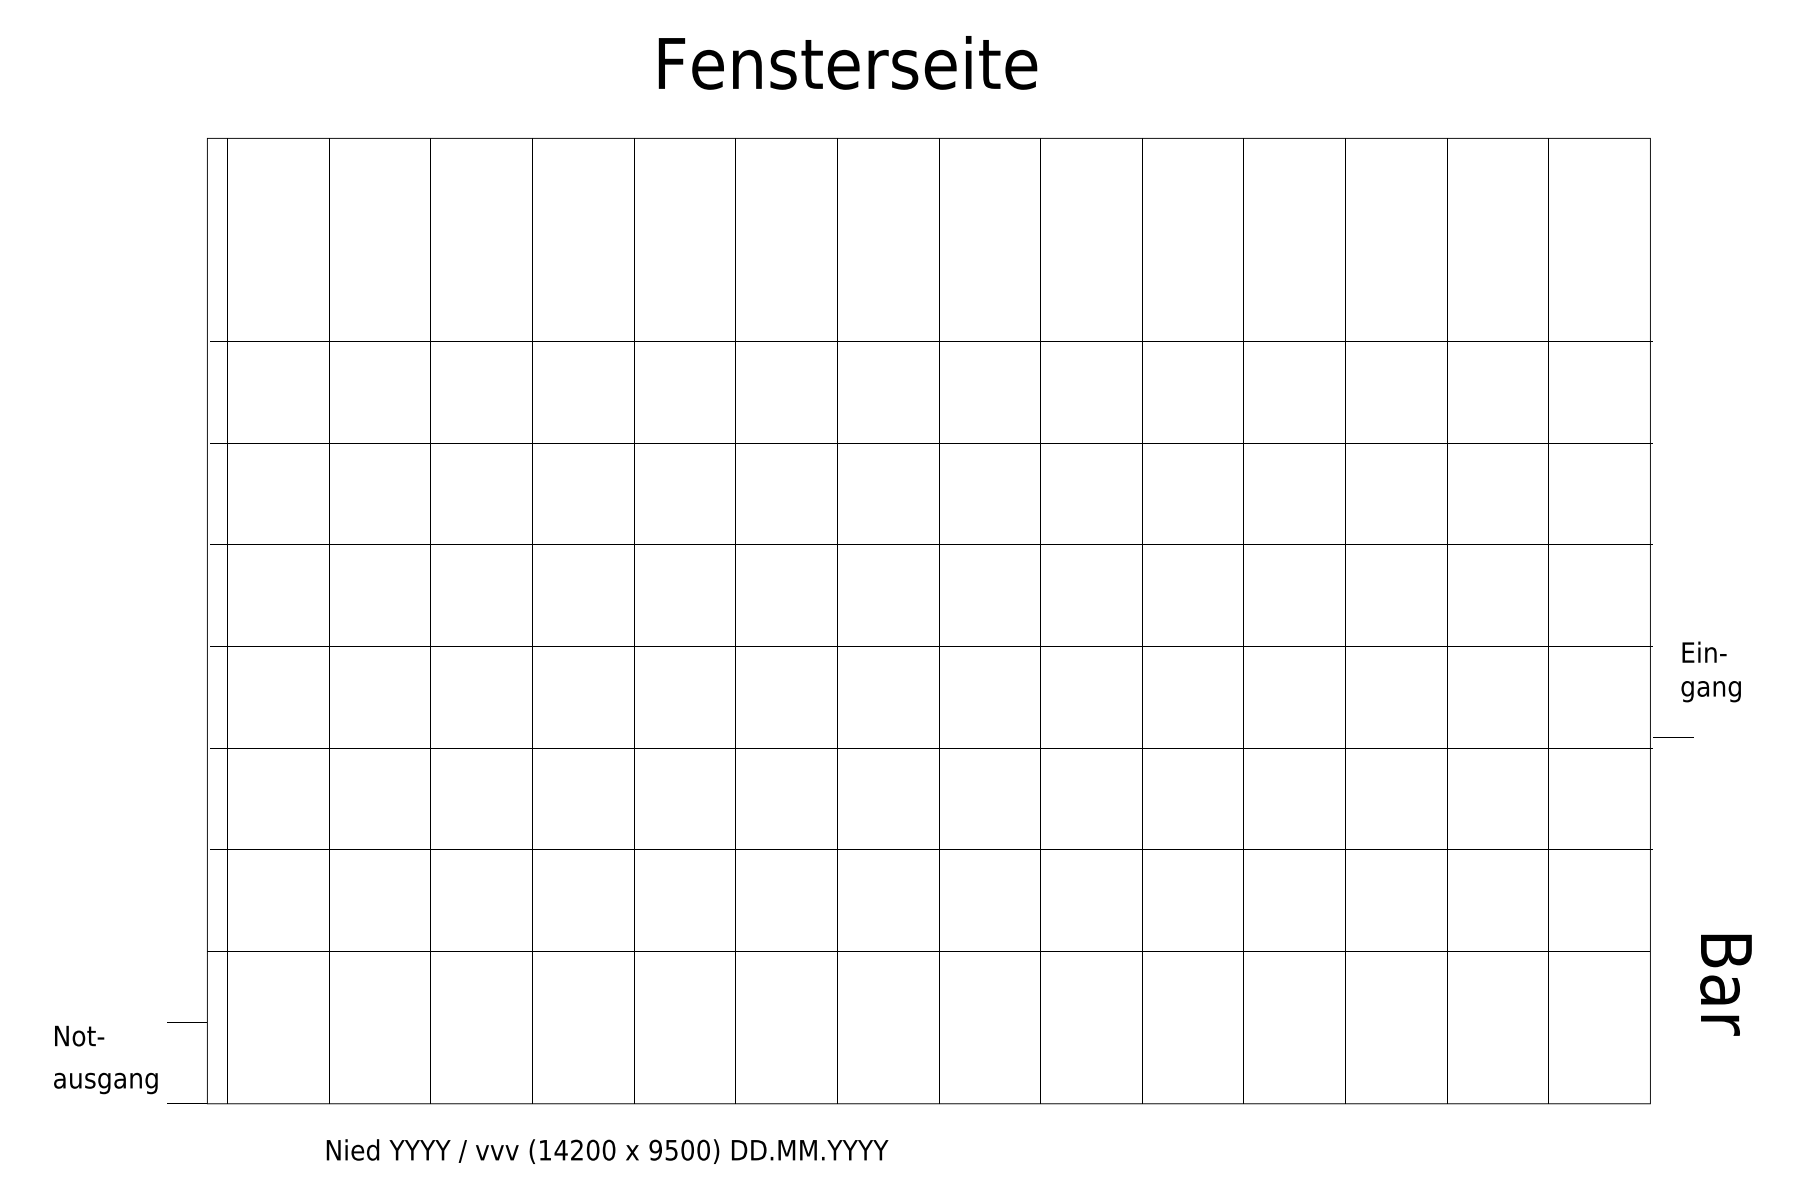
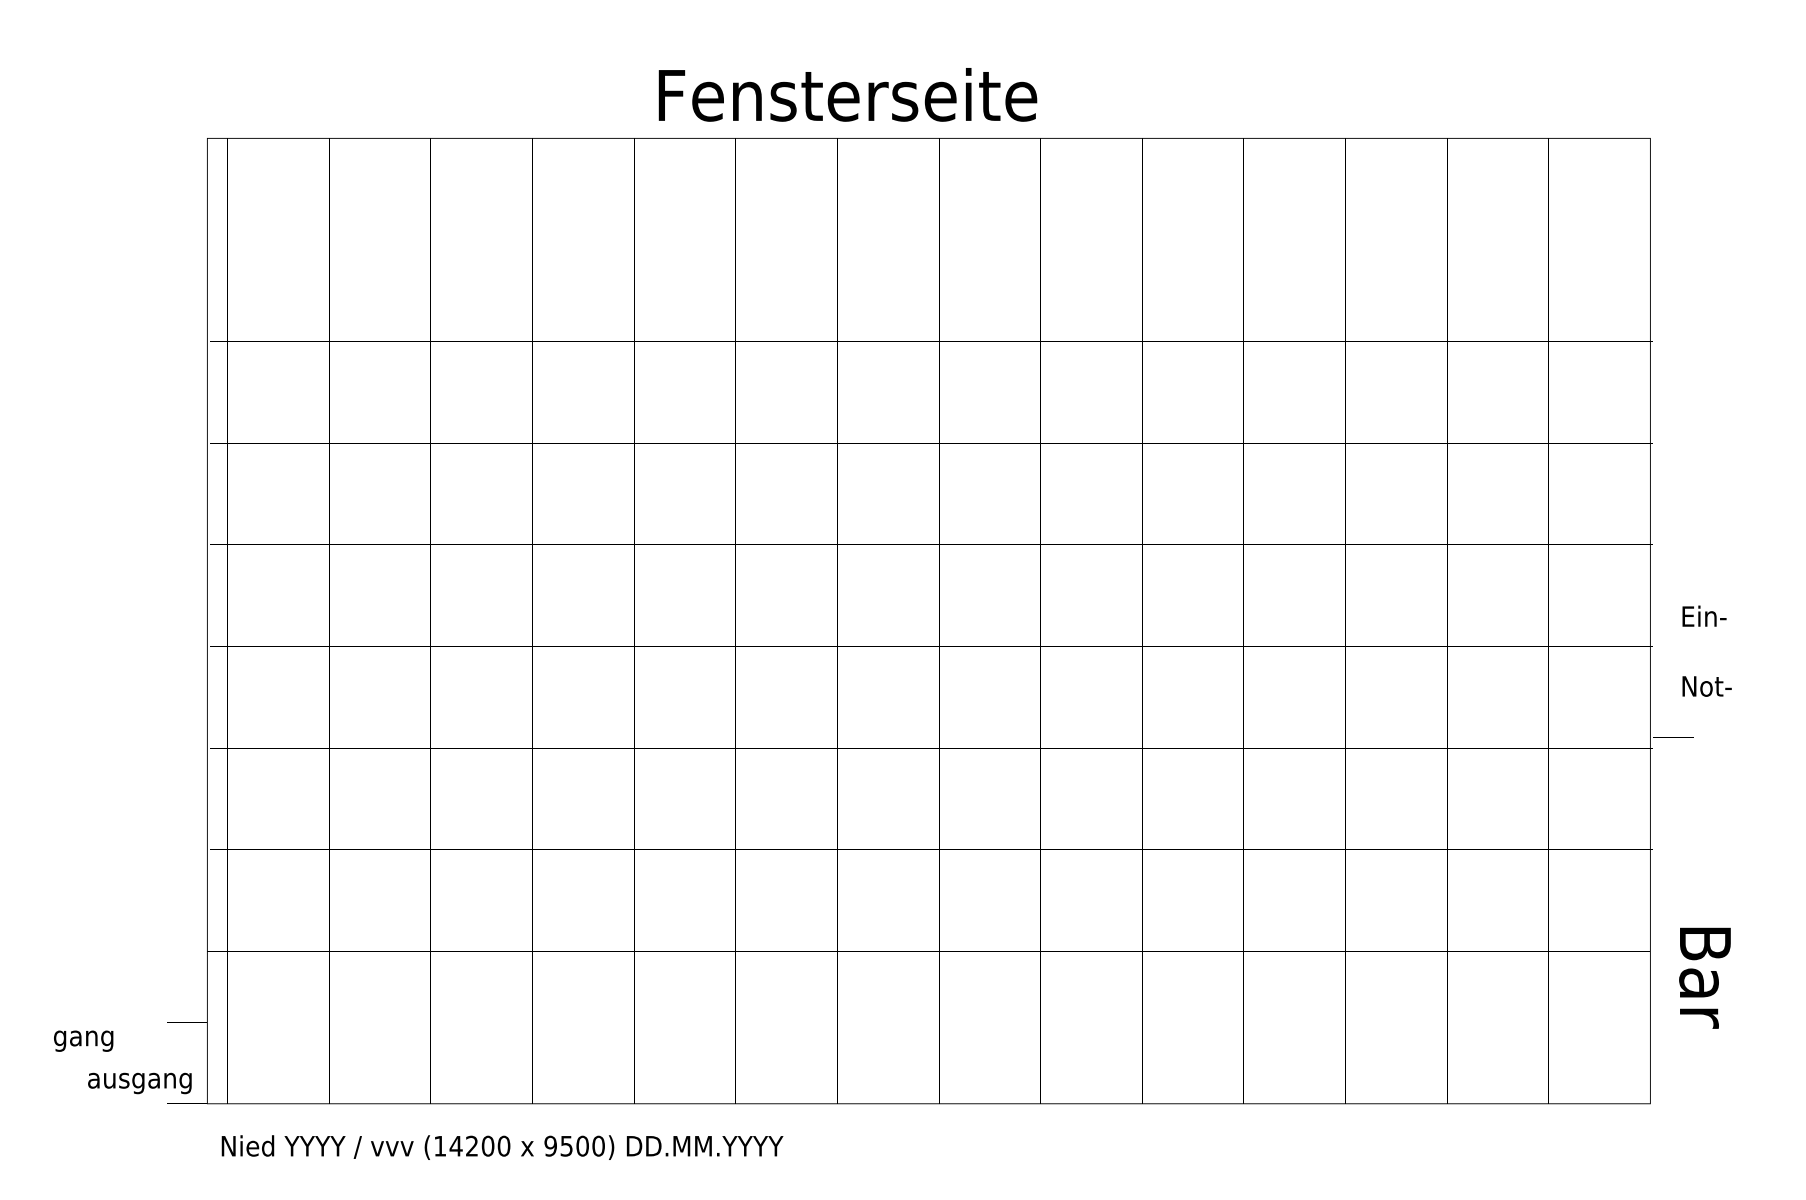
text at (847, 62) position: (847, 62) -> (847, 94)
text at (1704, 651) position: (1704, 651) -> (1704, 615)
text at (1710, 689): gang -> Not-
text at (1725, 984) position: (1725, 984) -> (1704, 977)
text at (83, 1038): Not- -> gang
text at (105, 1083) position: (105, 1083) -> (139, 1083)
text at (607, 1151) position: (607, 1151) -> (502, 1147)
